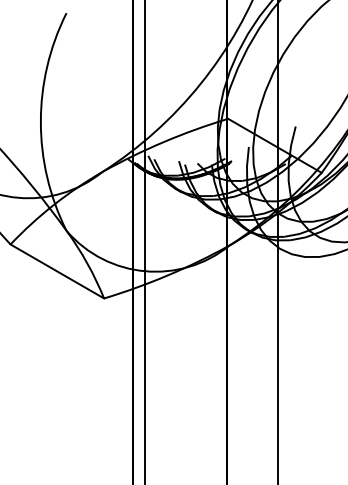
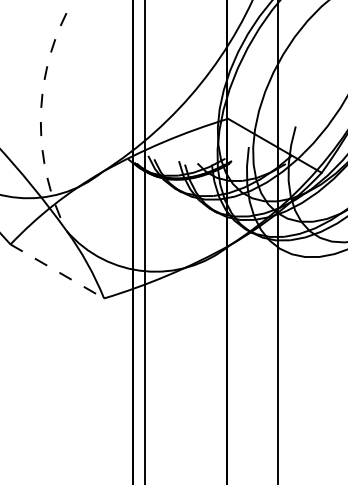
arc at (40, 121): solid -> dashed
line at (57, 271): solid -> dashed
